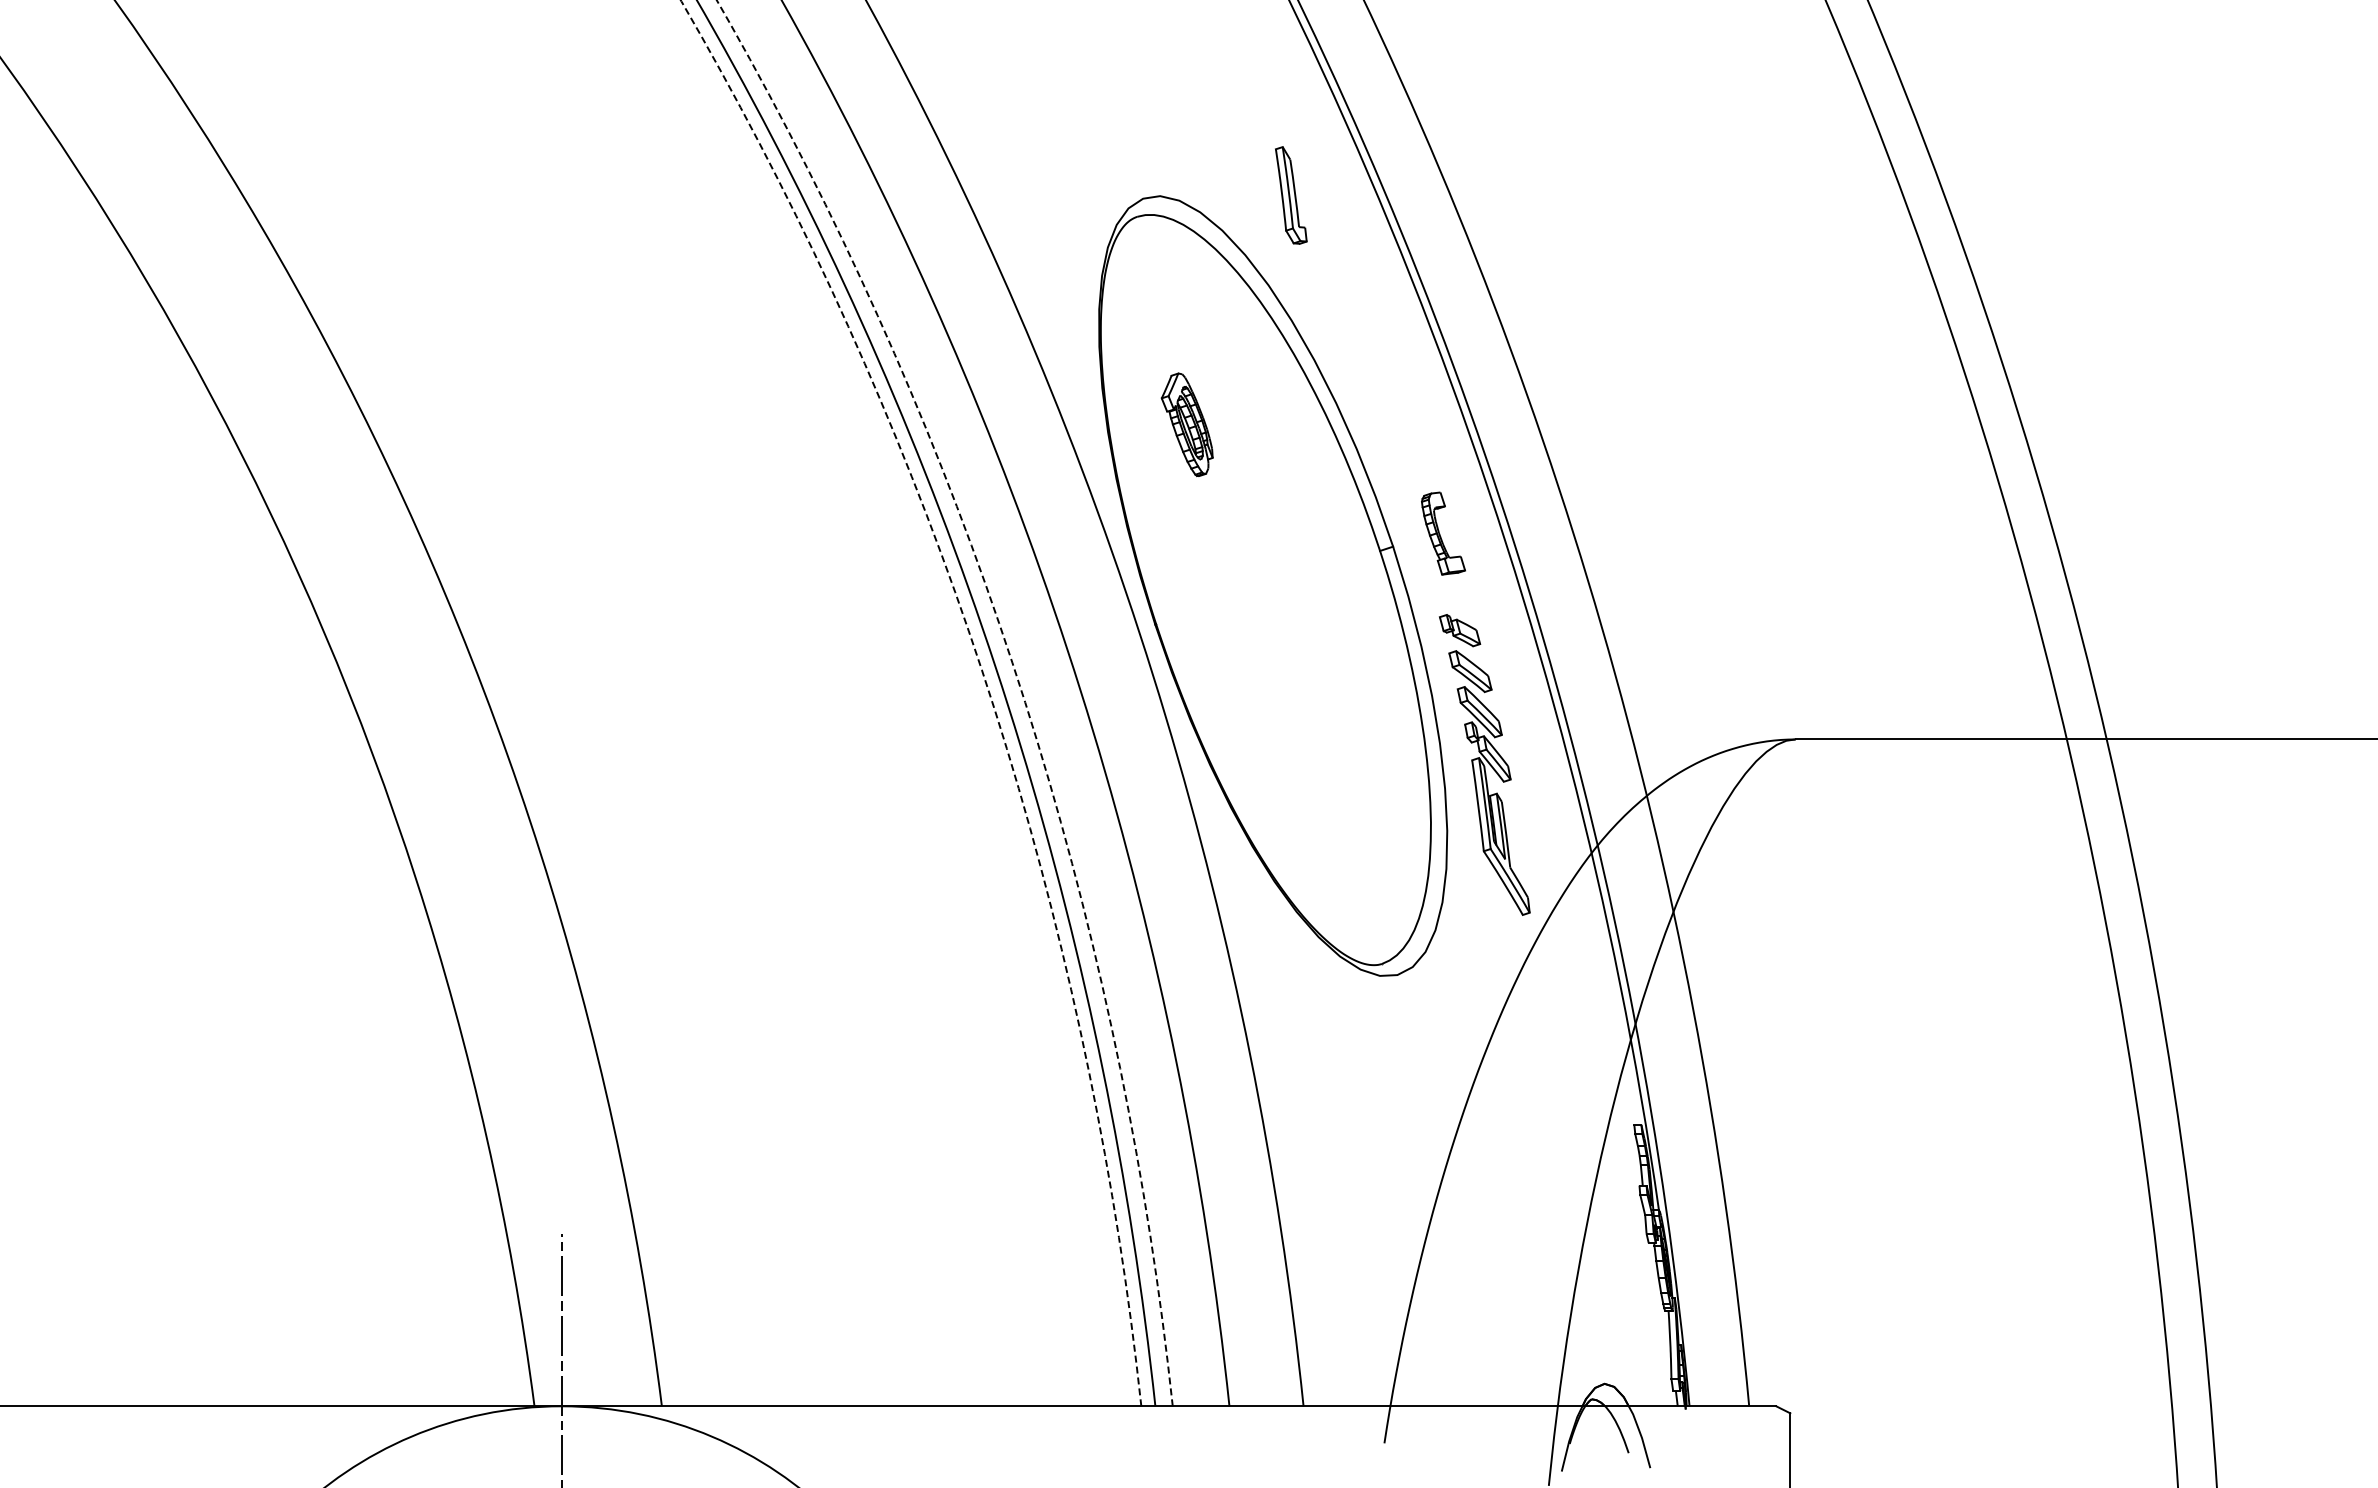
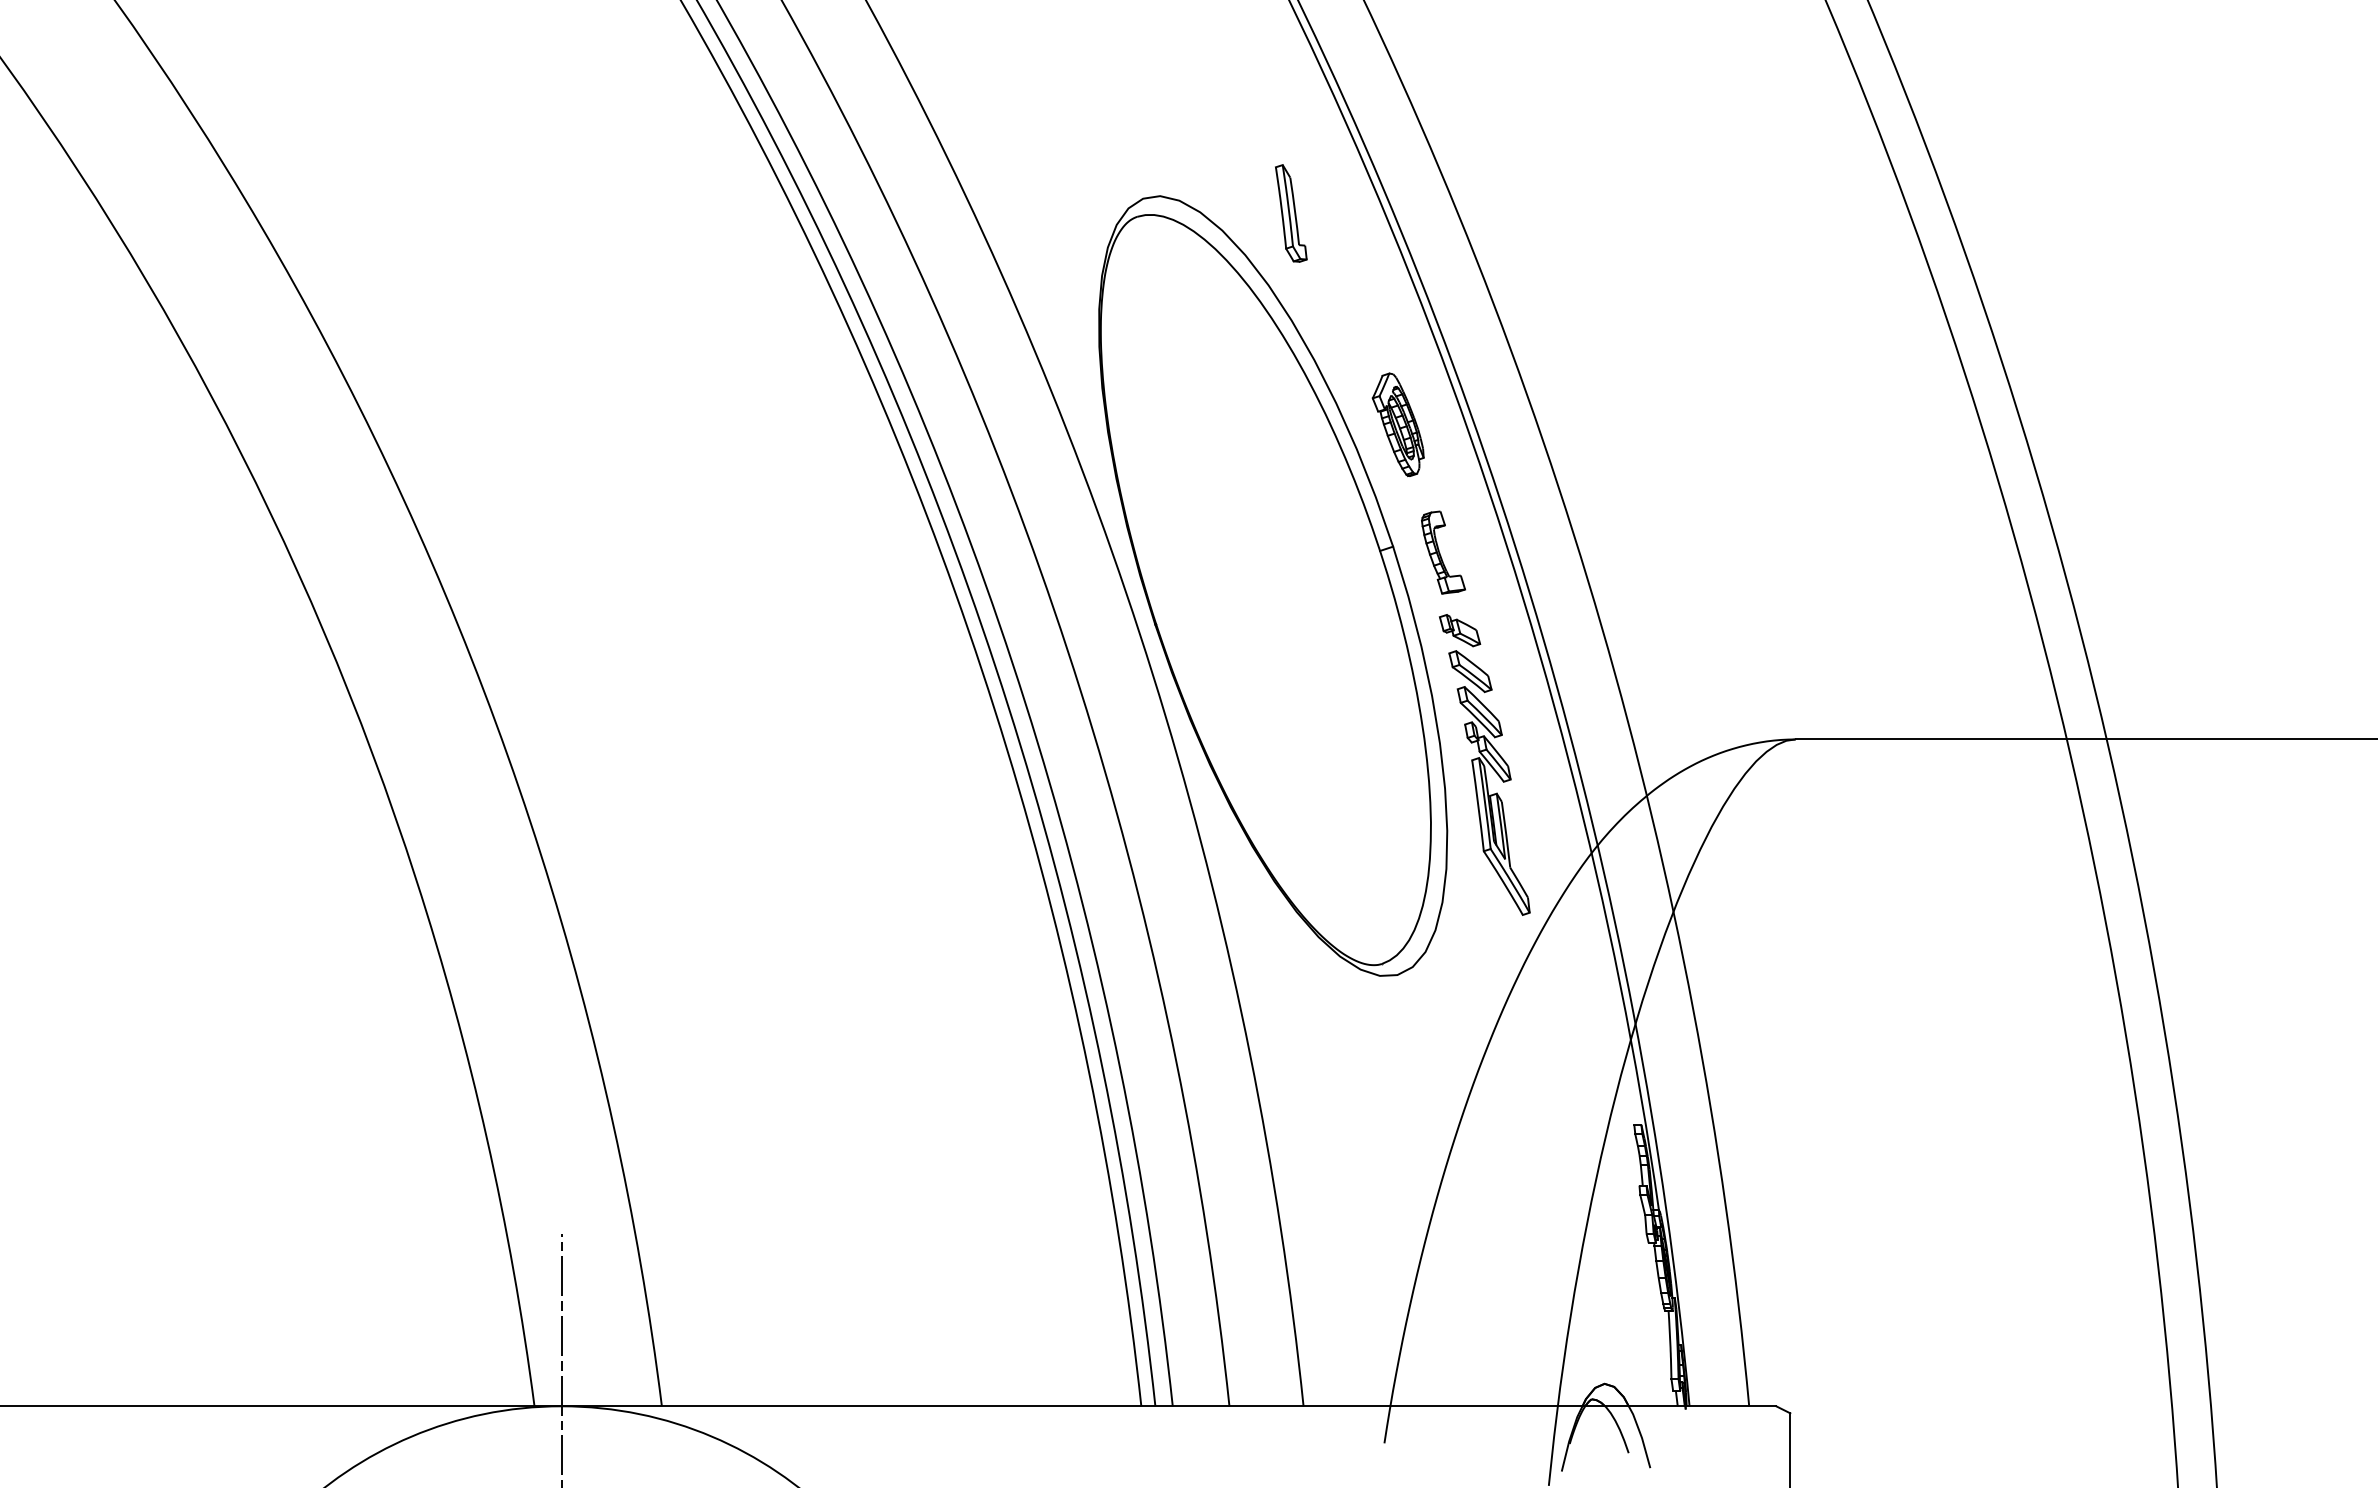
part at (1291, 195) position: (1291, 195) -> (1291, 213)
part at (1186, 424) position: (1186, 424) -> (1397, 424)
part at (1443, 533) position: (1443, 533) -> (1443, 552)
arc at (984, 678): dashed -> solid
arc at (1017, 678): dashed -> solid
